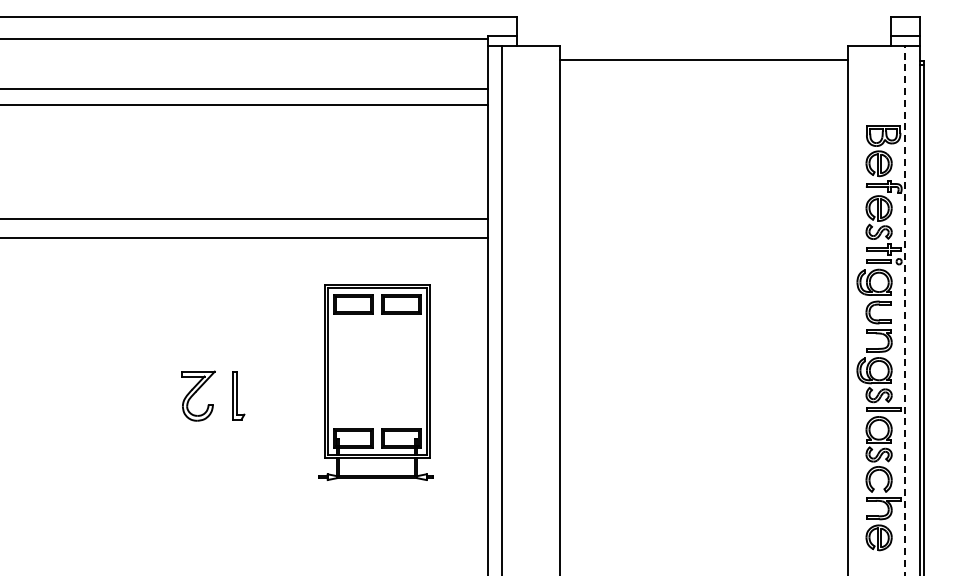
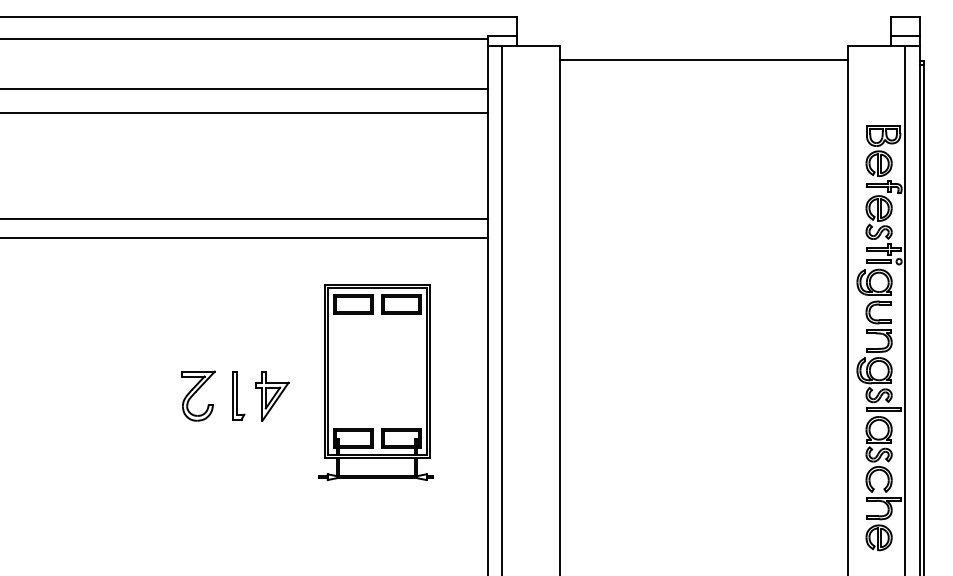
line at (244, 104) position: (244, 104) -> (244, 112)
line at (905, 310): dashed -> solid
part at (272, 396): none -> present
